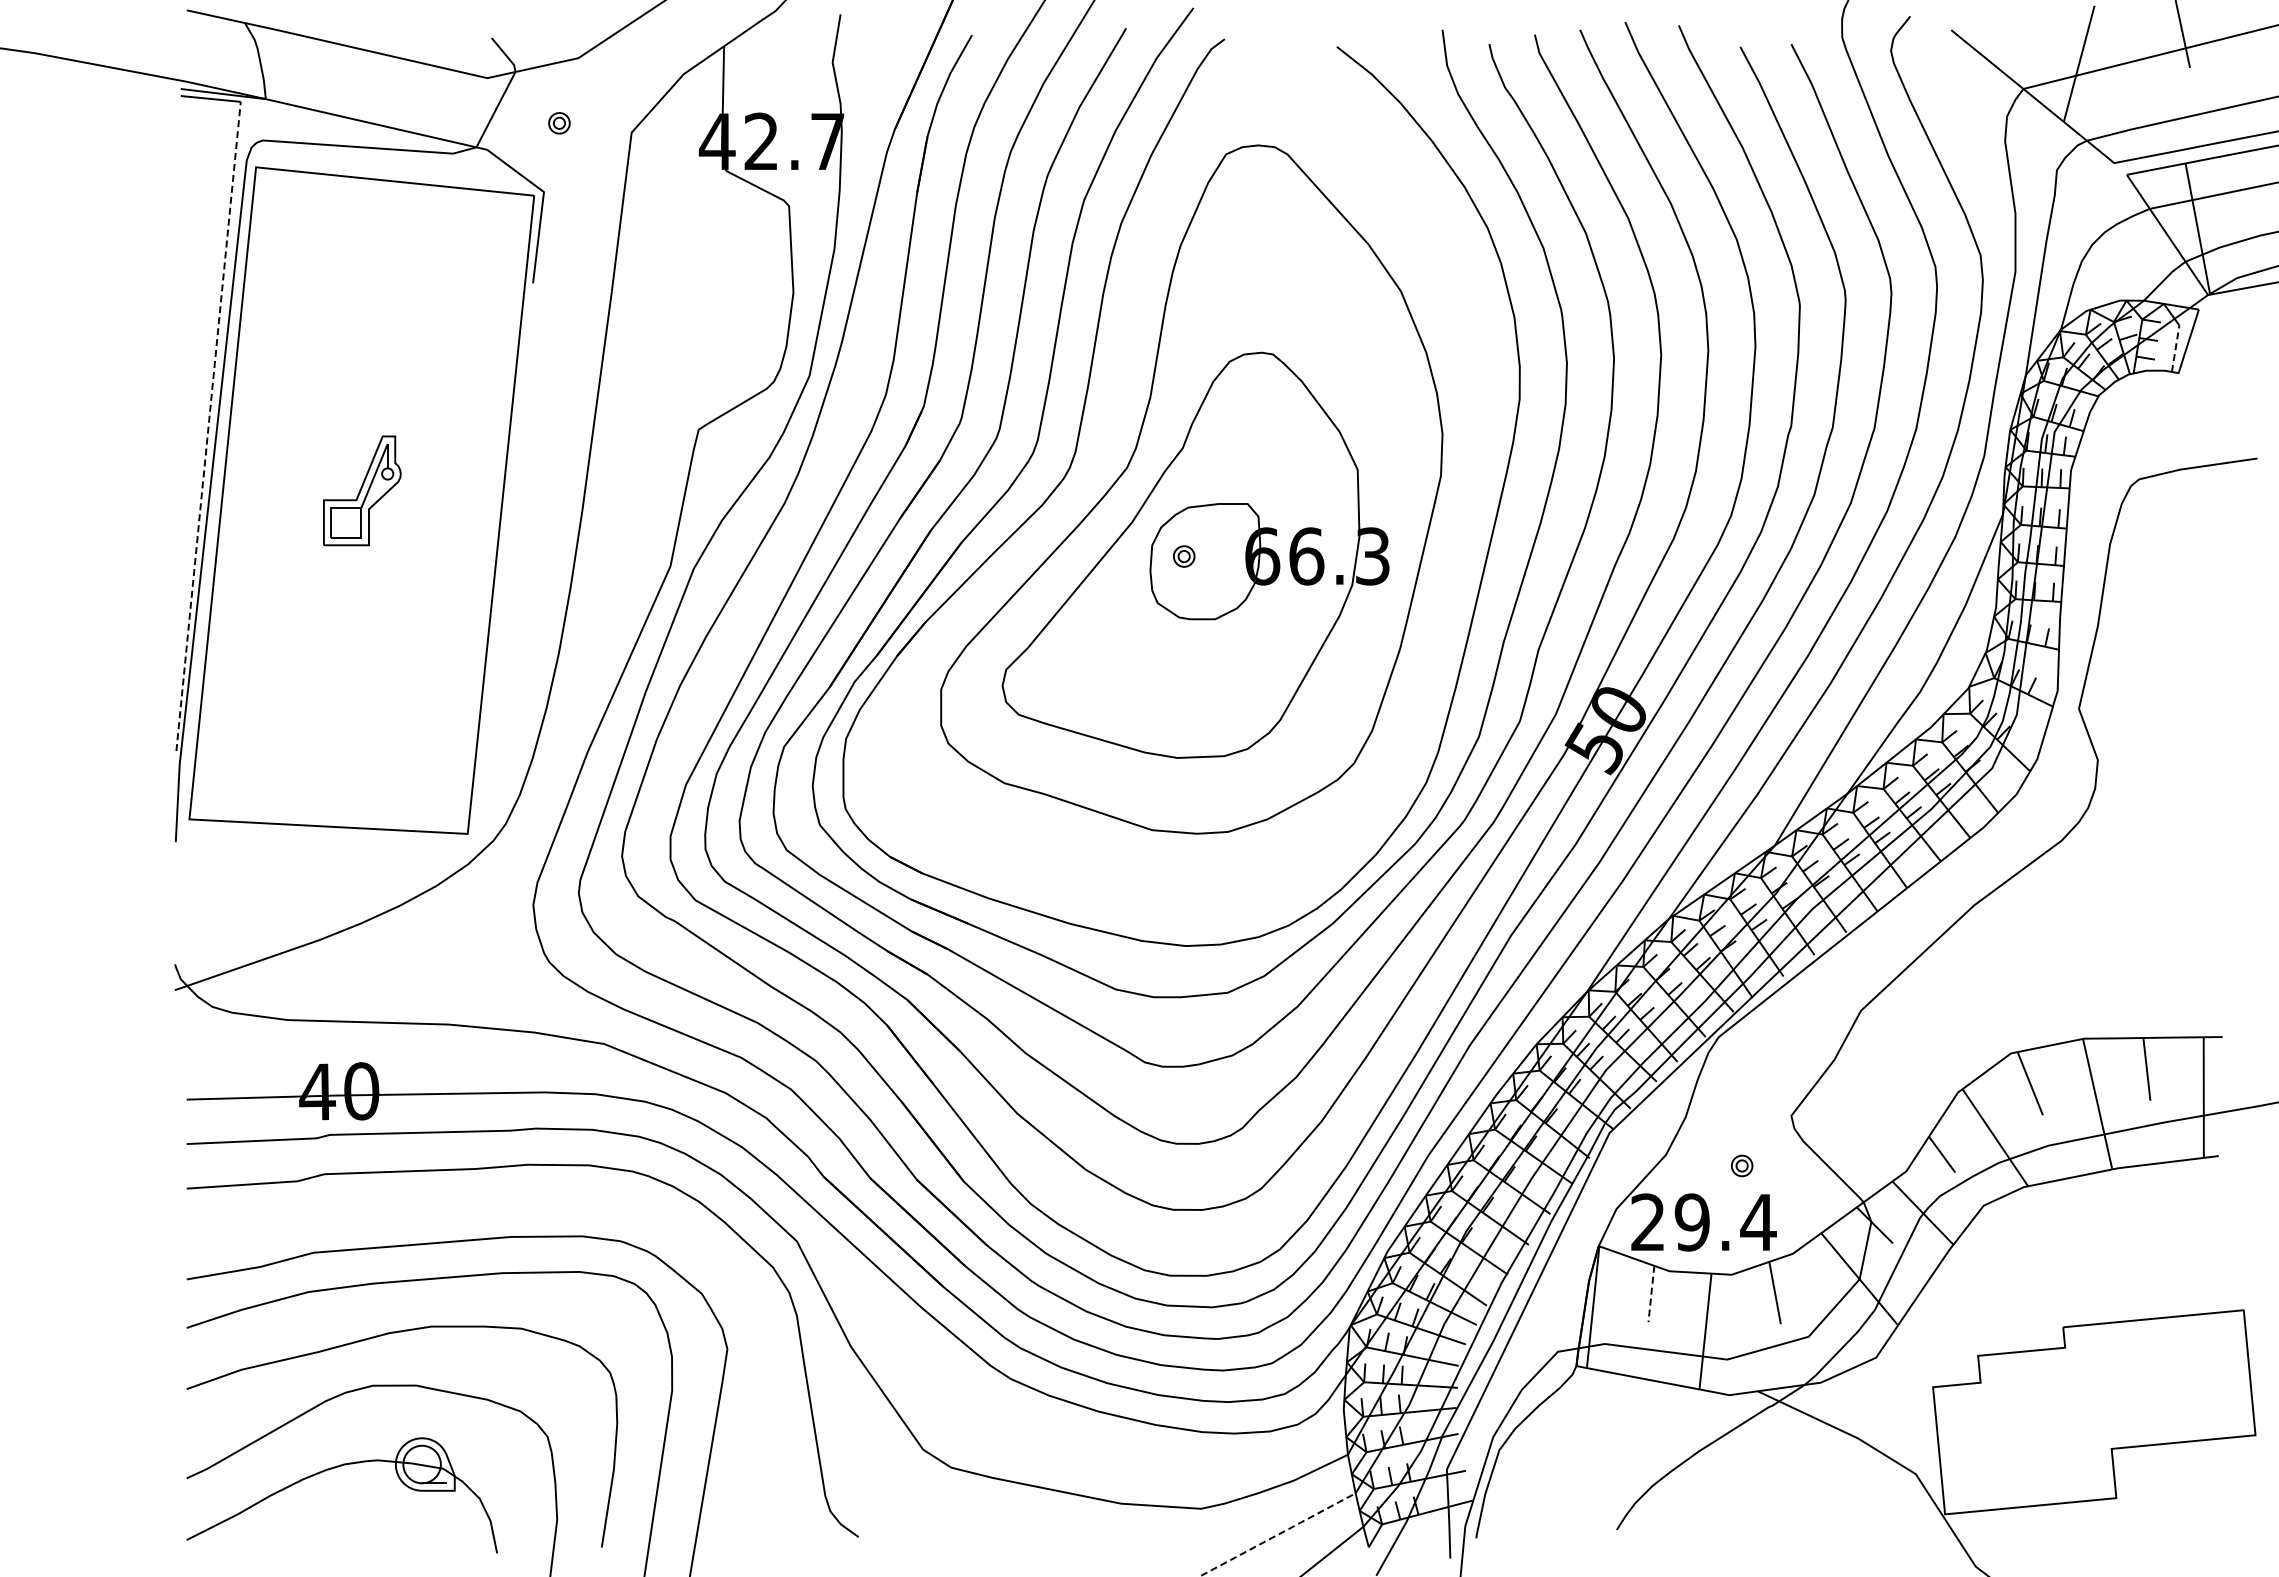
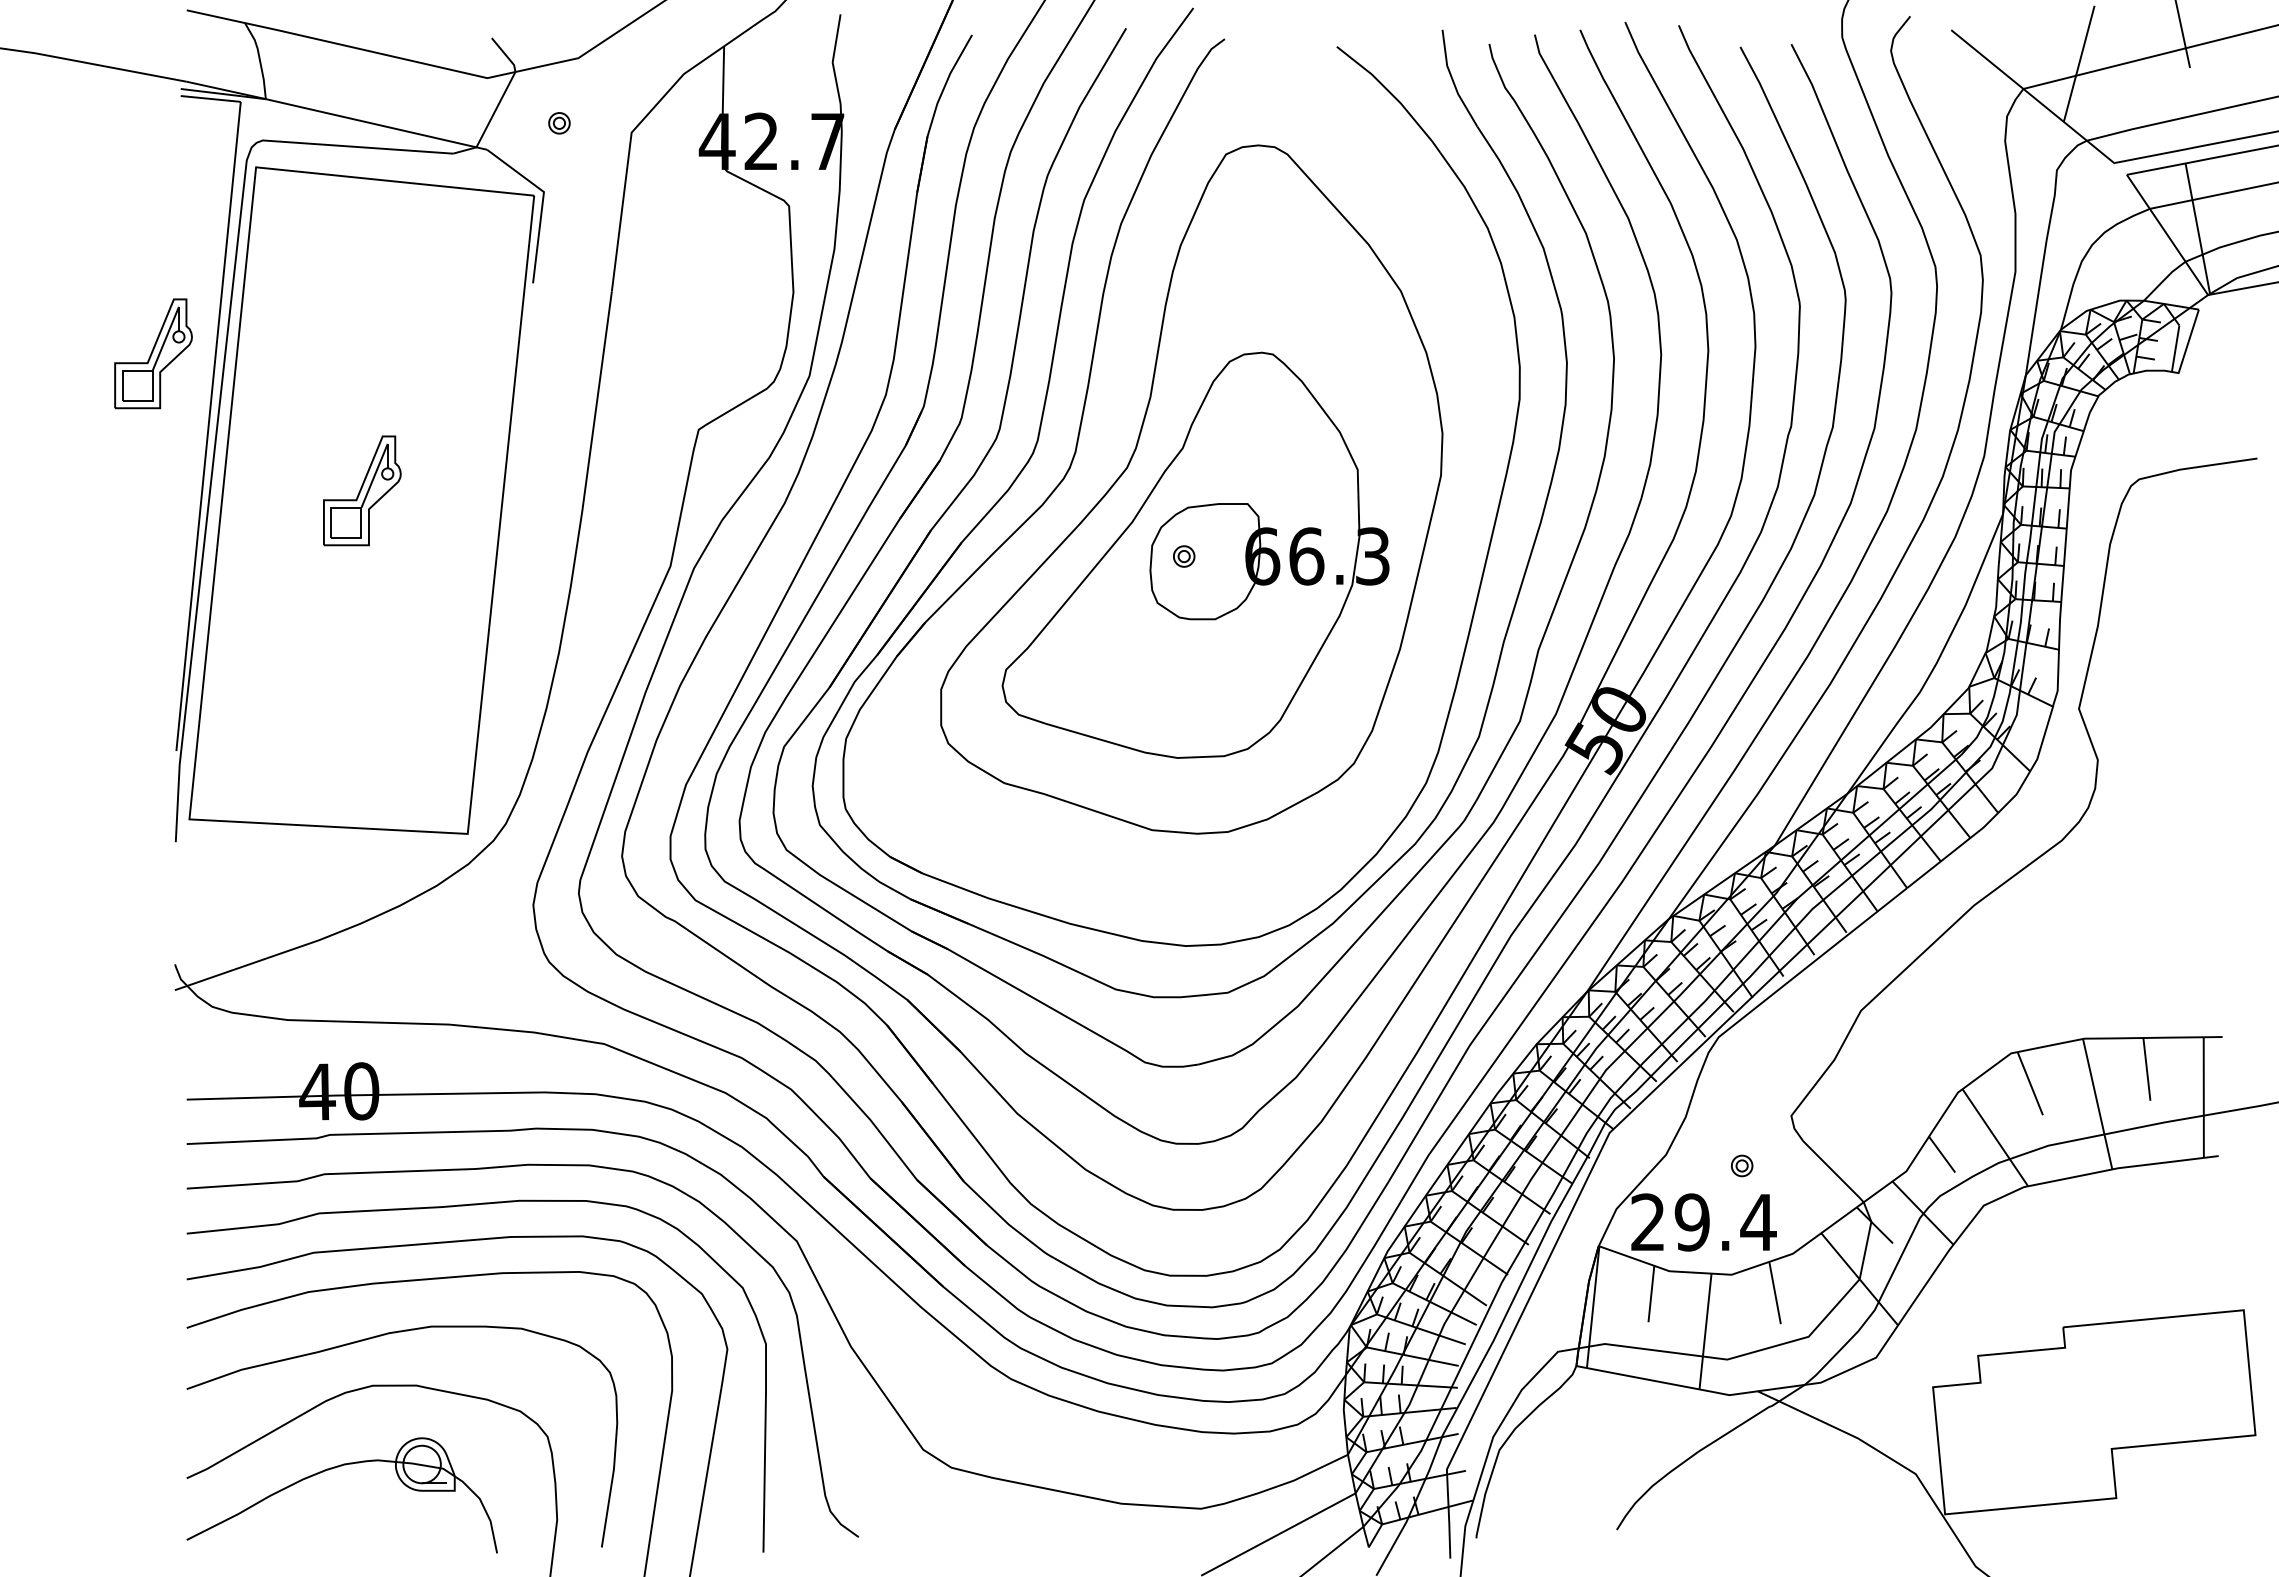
line at (2175, 348): dashed -> solid
part at (153, 353): none -> present
line at (208, 425): dashed -> solid
curve at (465, 1206): none -> present
line at (1651, 1294): dashed -> solid
line at (1278, 1534): dashed -> solid
